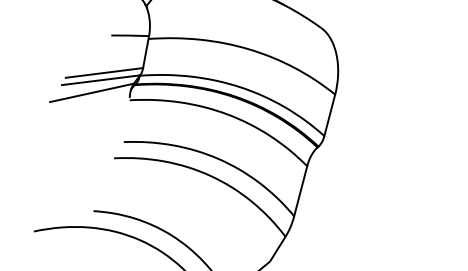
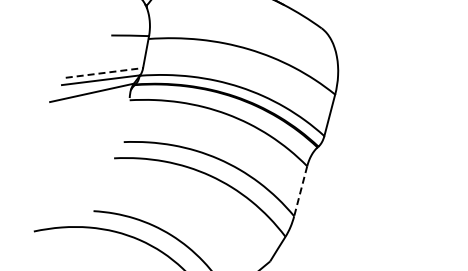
line at (104, 72): solid -> dashed
line at (300, 191): solid -> dashed
